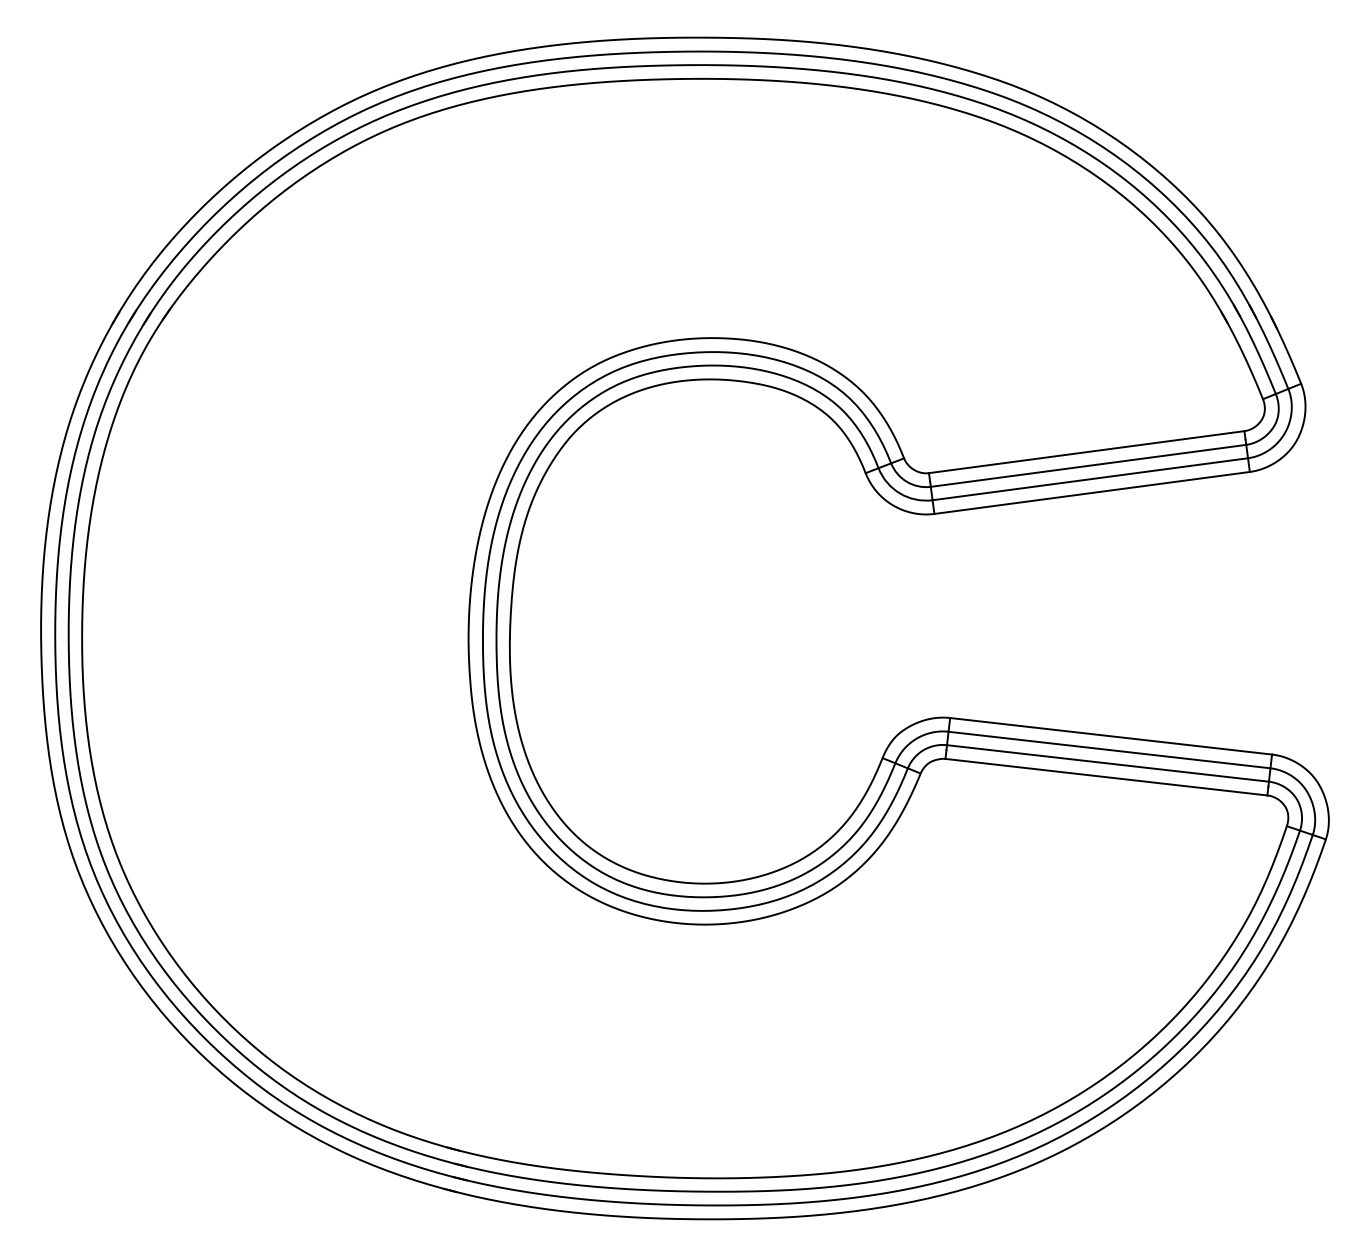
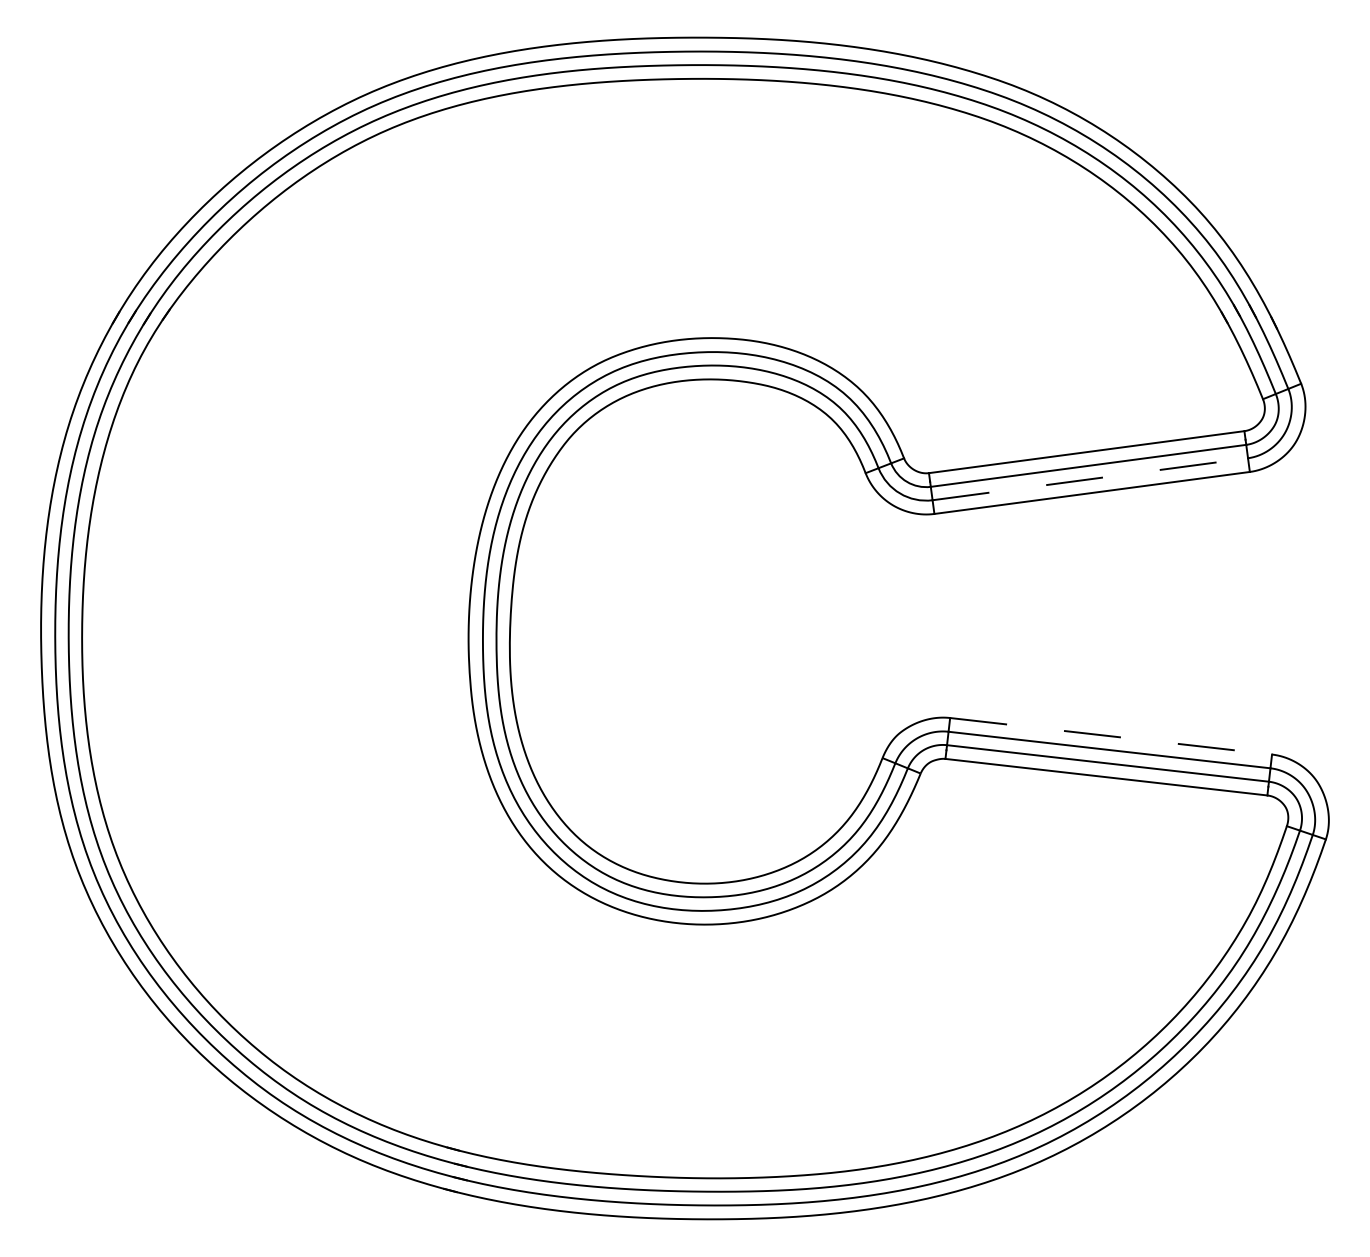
line at (1090, 479): solid -> dashed
line at (1111, 736): solid -> dashed
